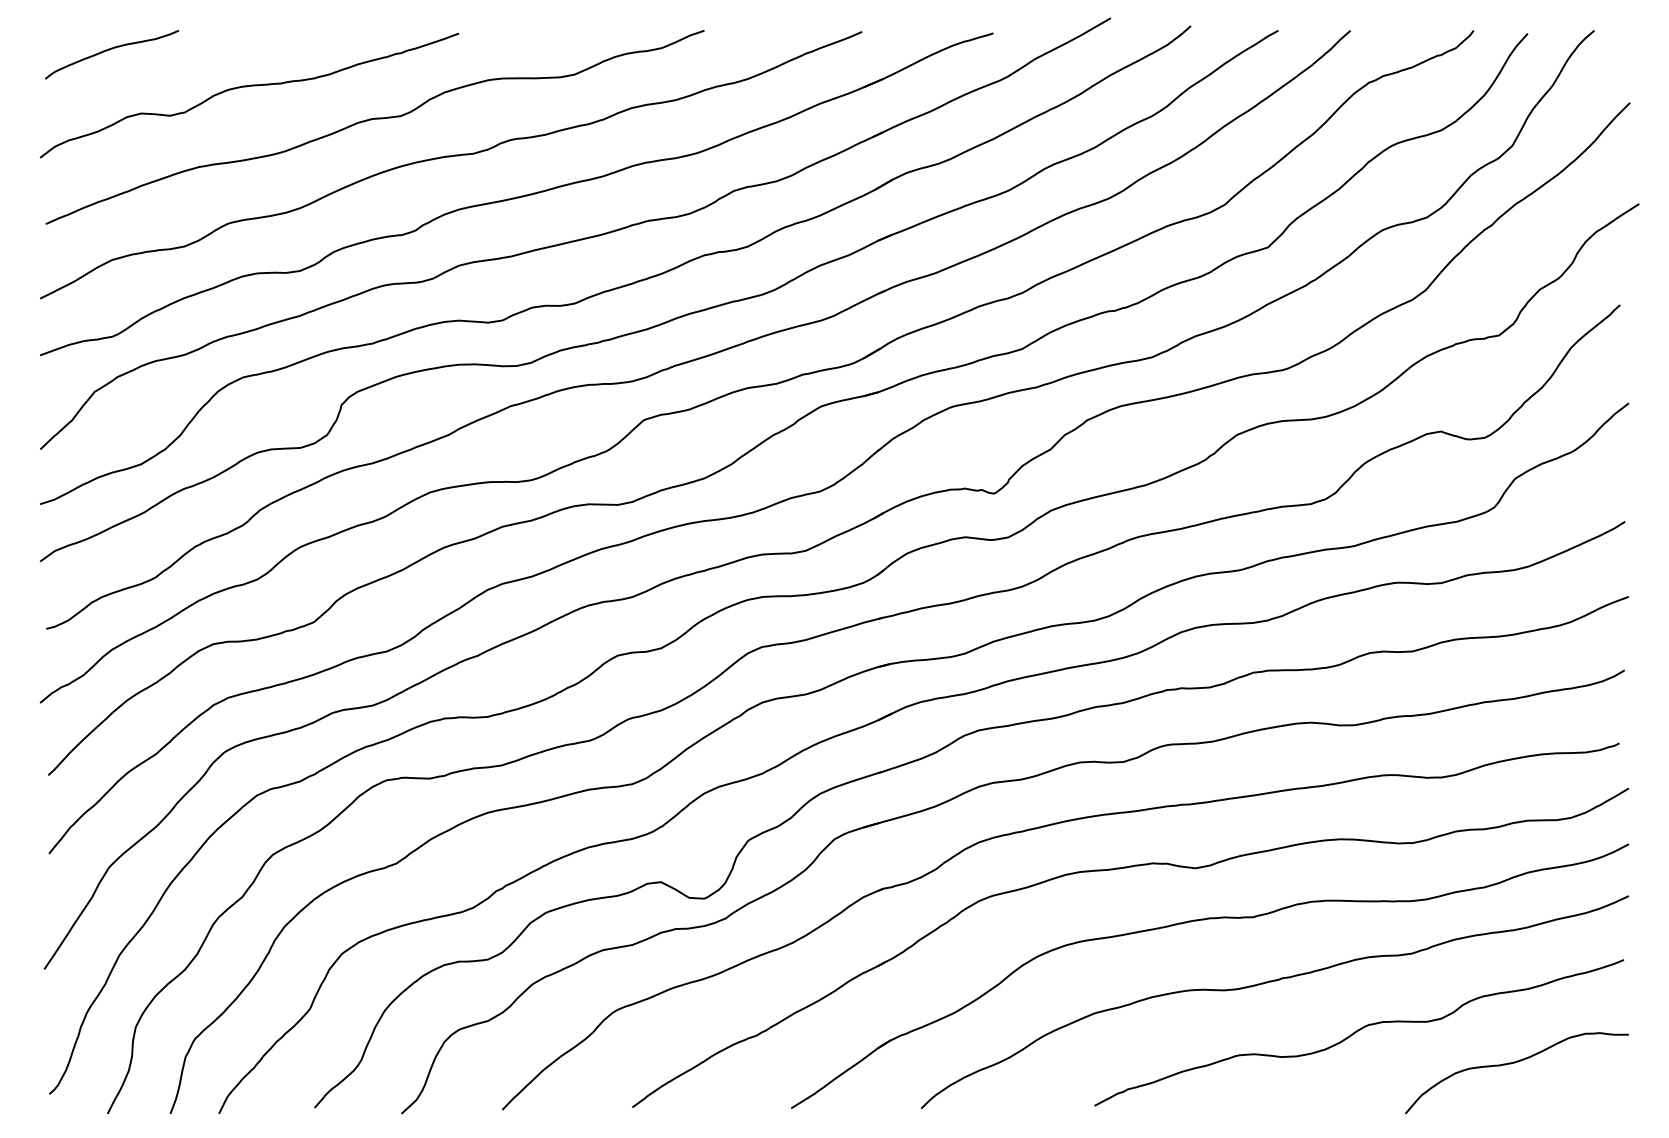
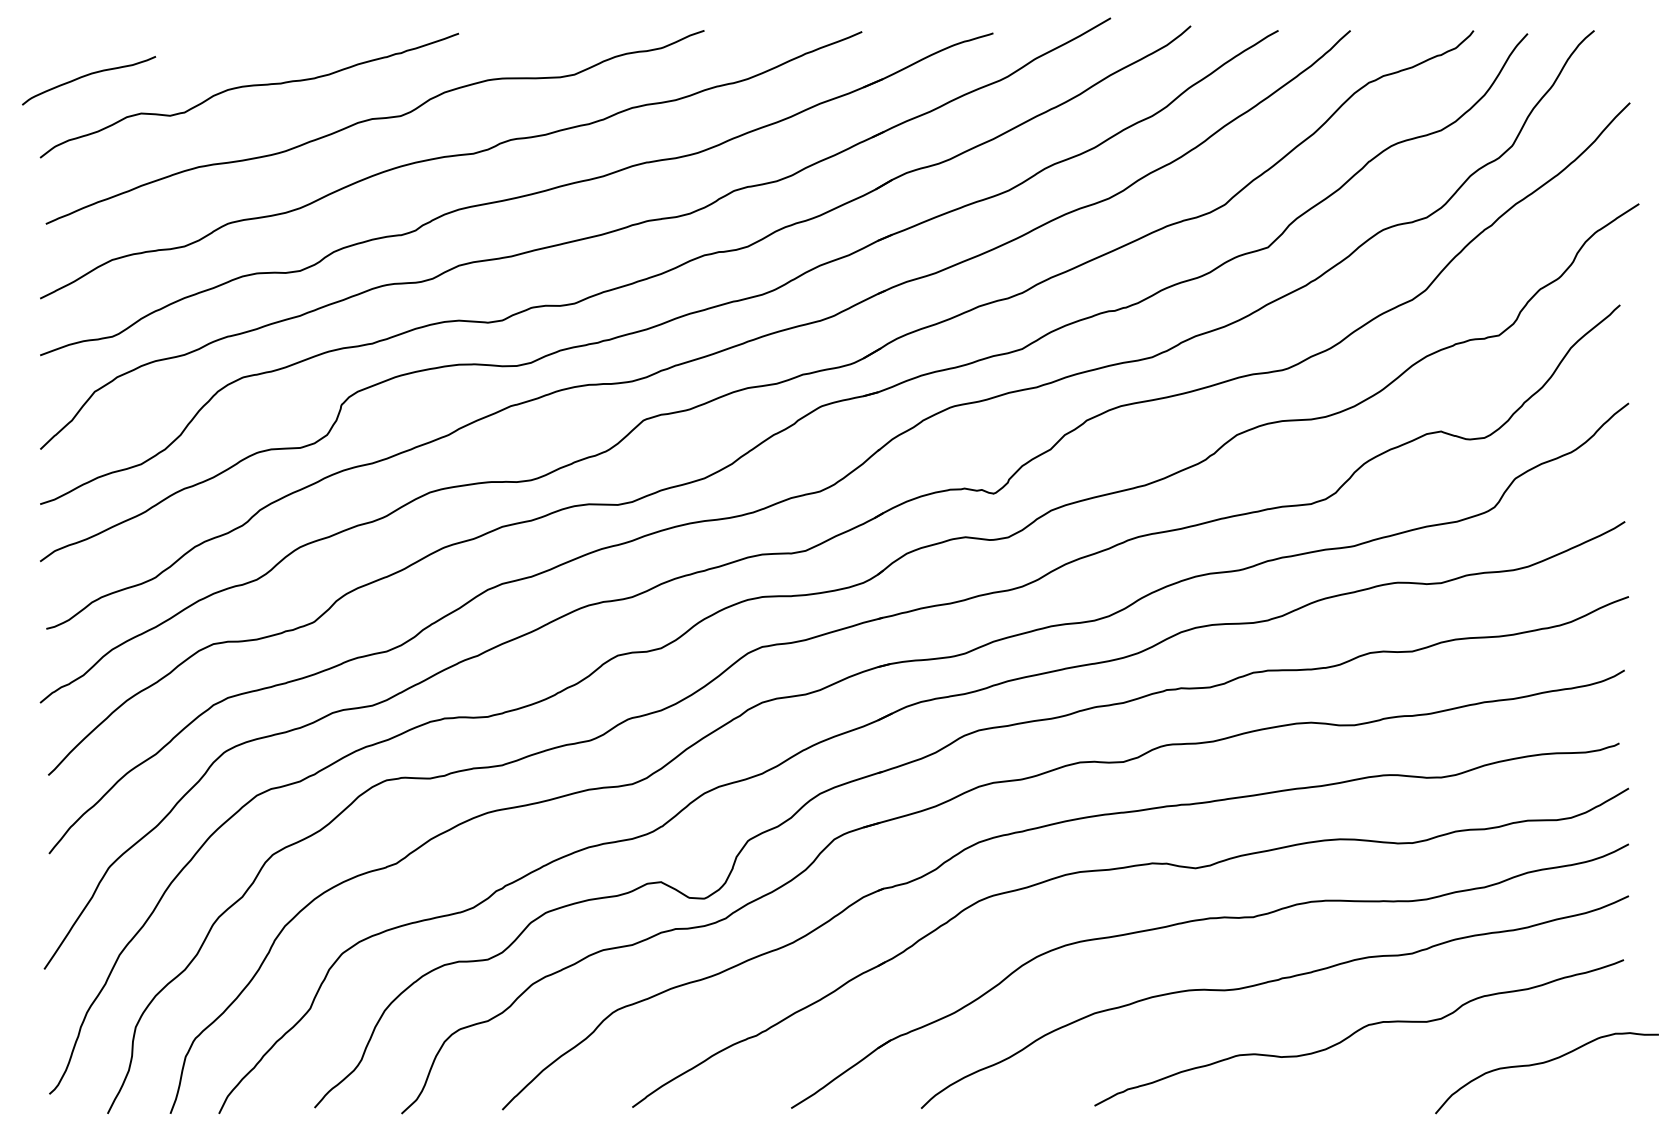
curve at (112, 49) position: (112, 49) -> (89, 75)
curve at (1515, 1063) position: (1515, 1063) -> (1545, 1063)
